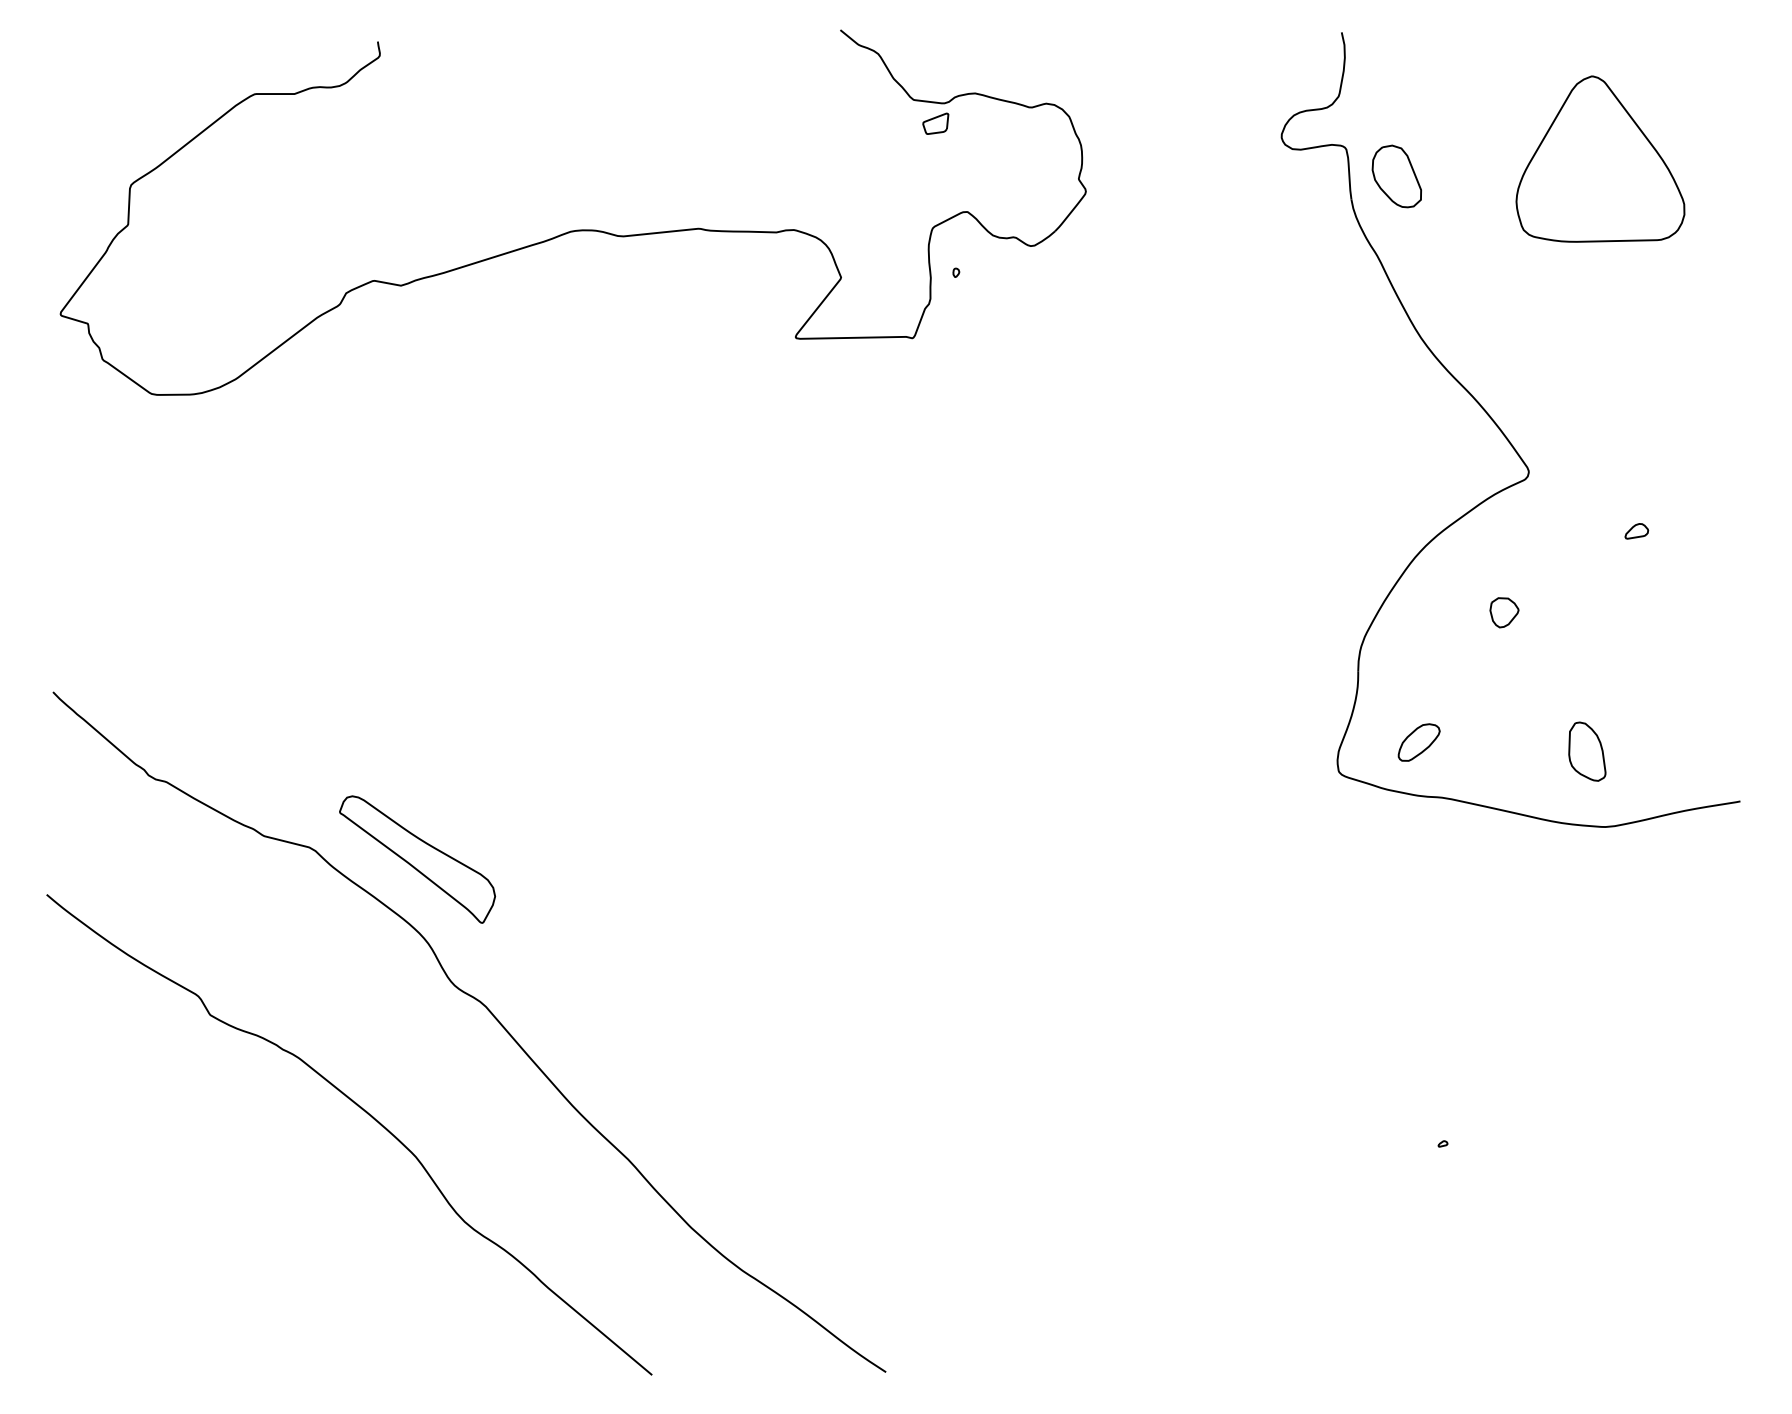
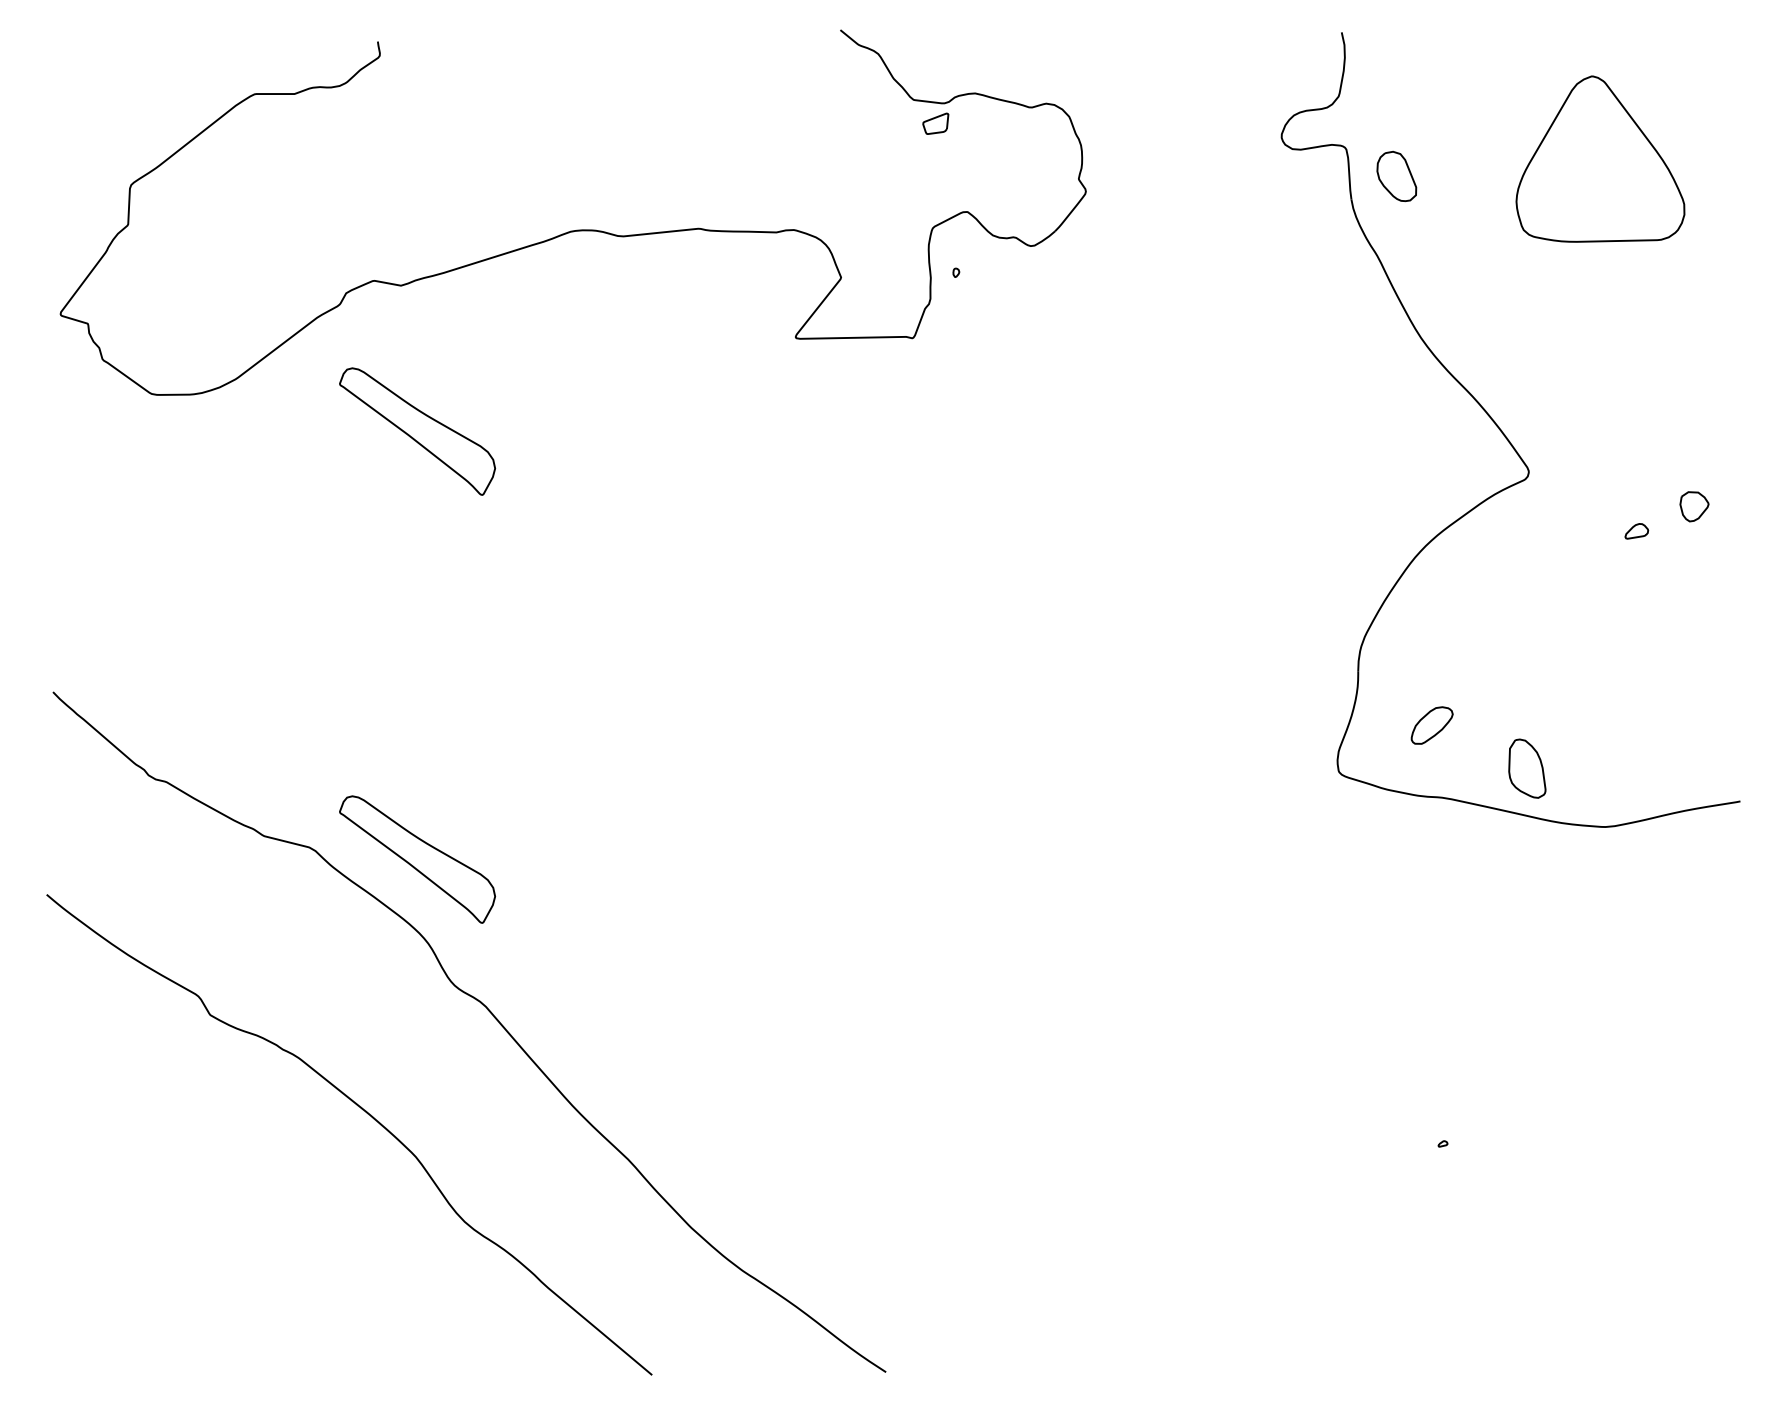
part at (1396, 176) size: 51x65 px -> 42x53 px
part at (417, 431): none -> present
part at (1504, 612) position: (1504, 612) -> (1694, 506)
part at (1418, 742) position: (1418, 742) -> (1431, 725)
part at (1587, 751) position: (1587, 751) -> (1527, 768)
